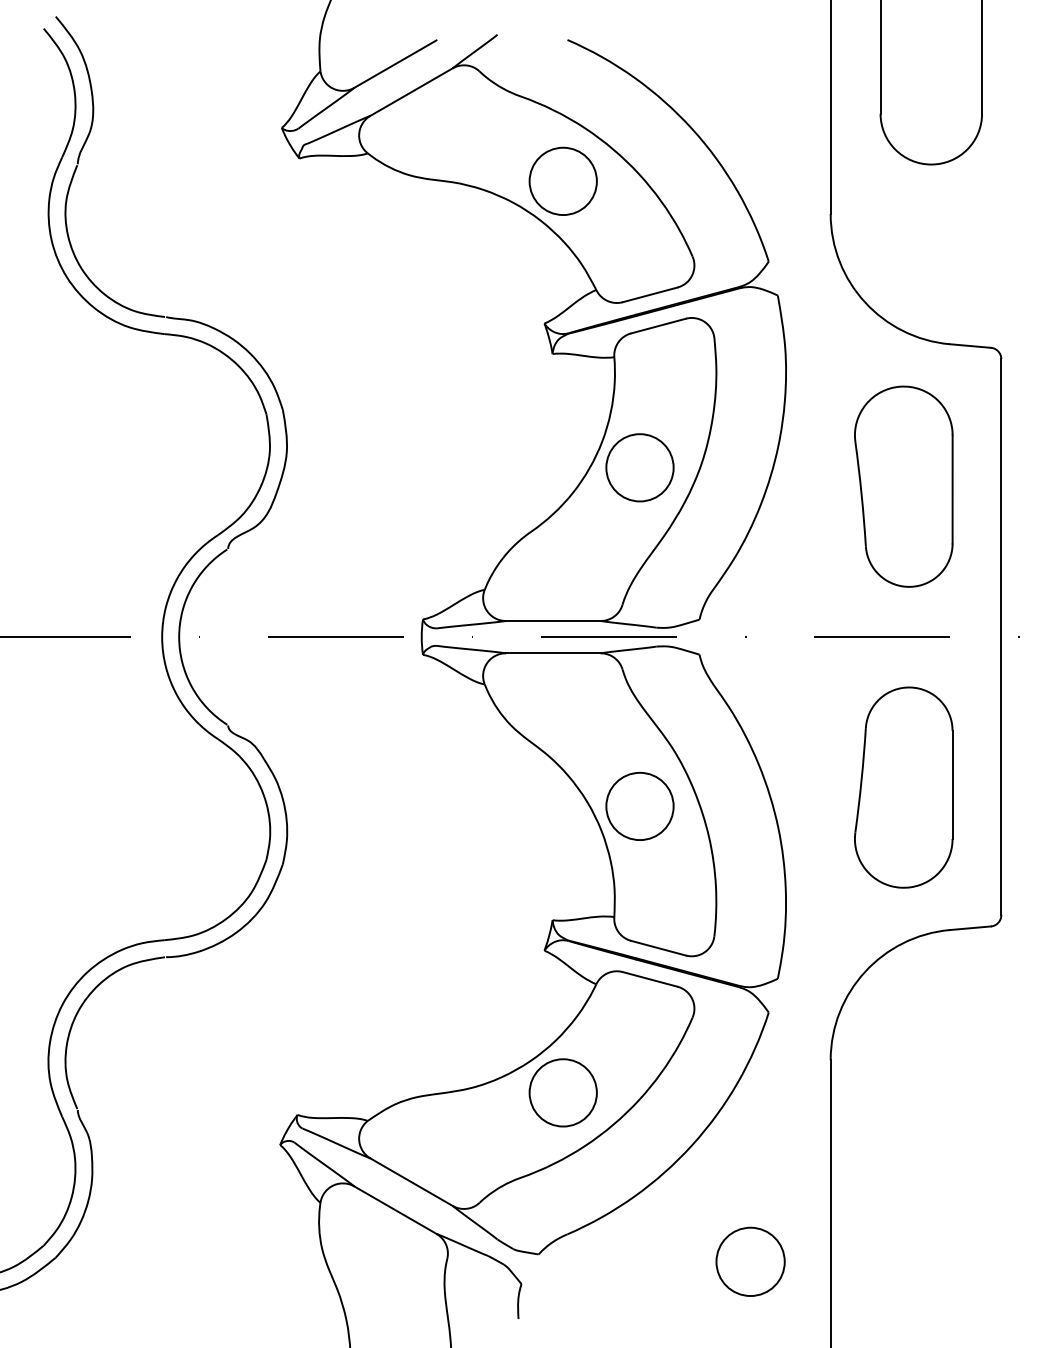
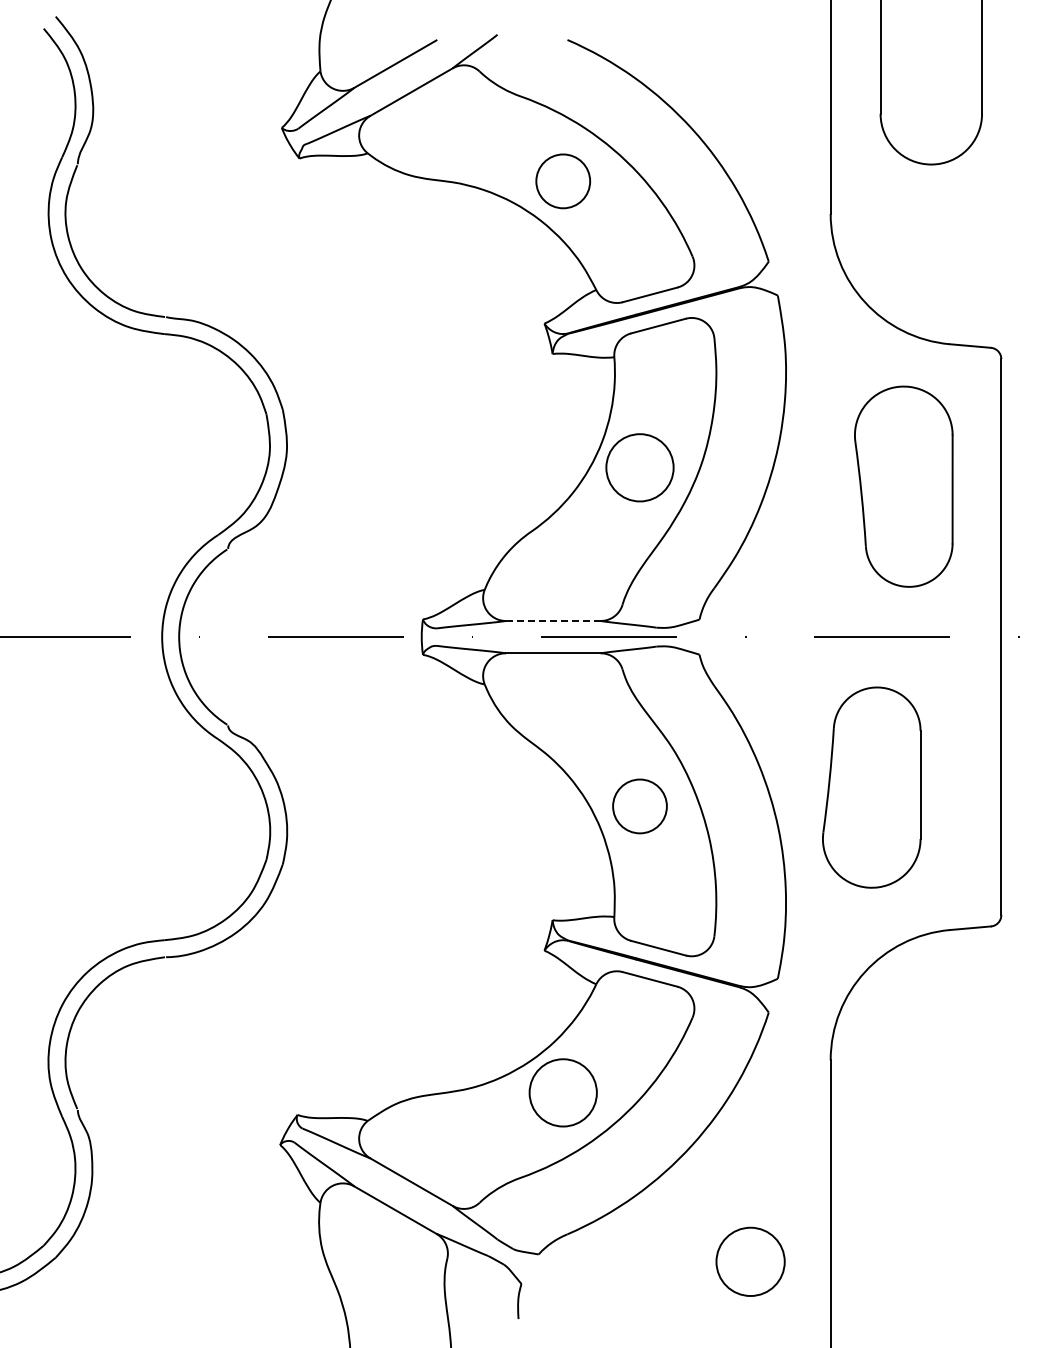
circle at (562, 181) diameter: 67 px -> 54 px
line at (553, 621): solid -> dashed
part at (903, 787) position: (903, 787) -> (871, 787)
circle at (639, 806) diameter: 67 px -> 54 px
